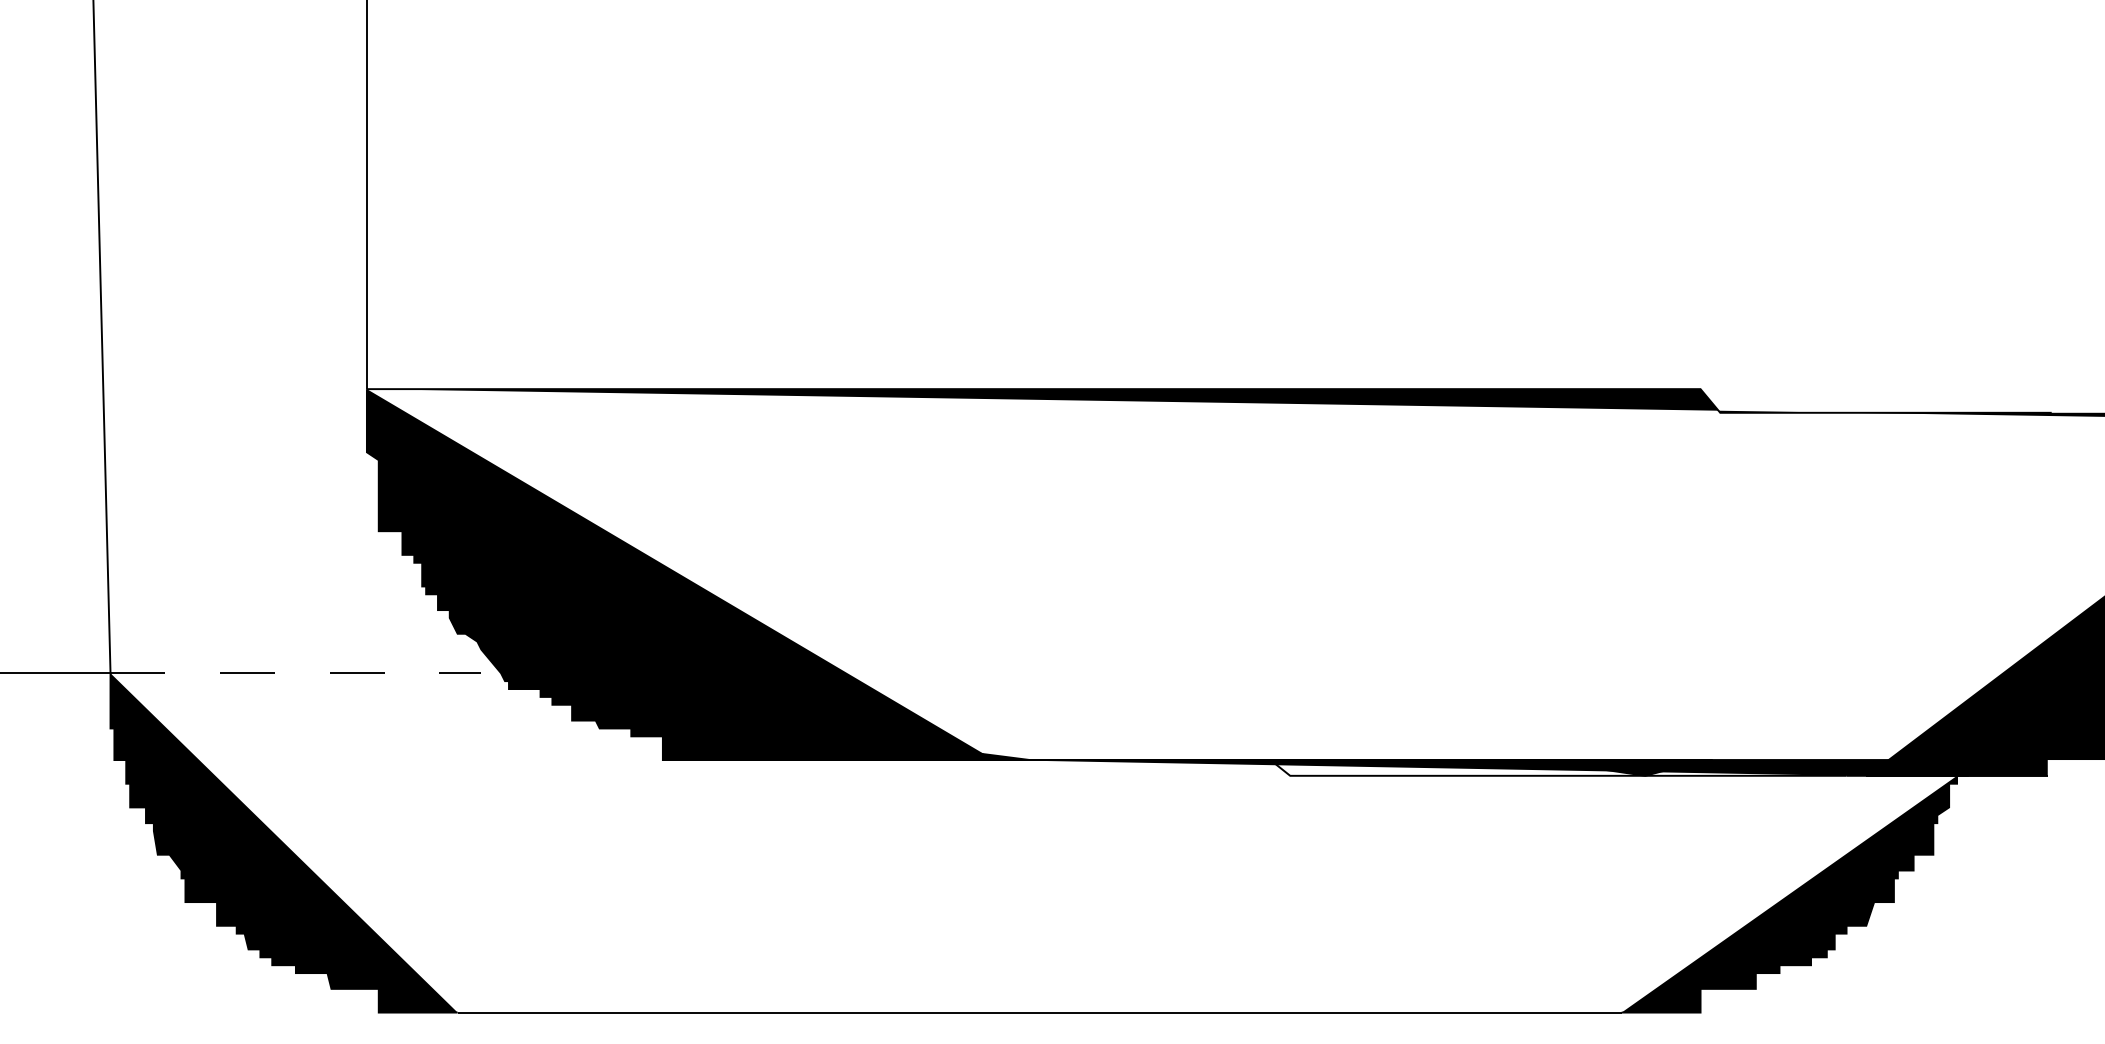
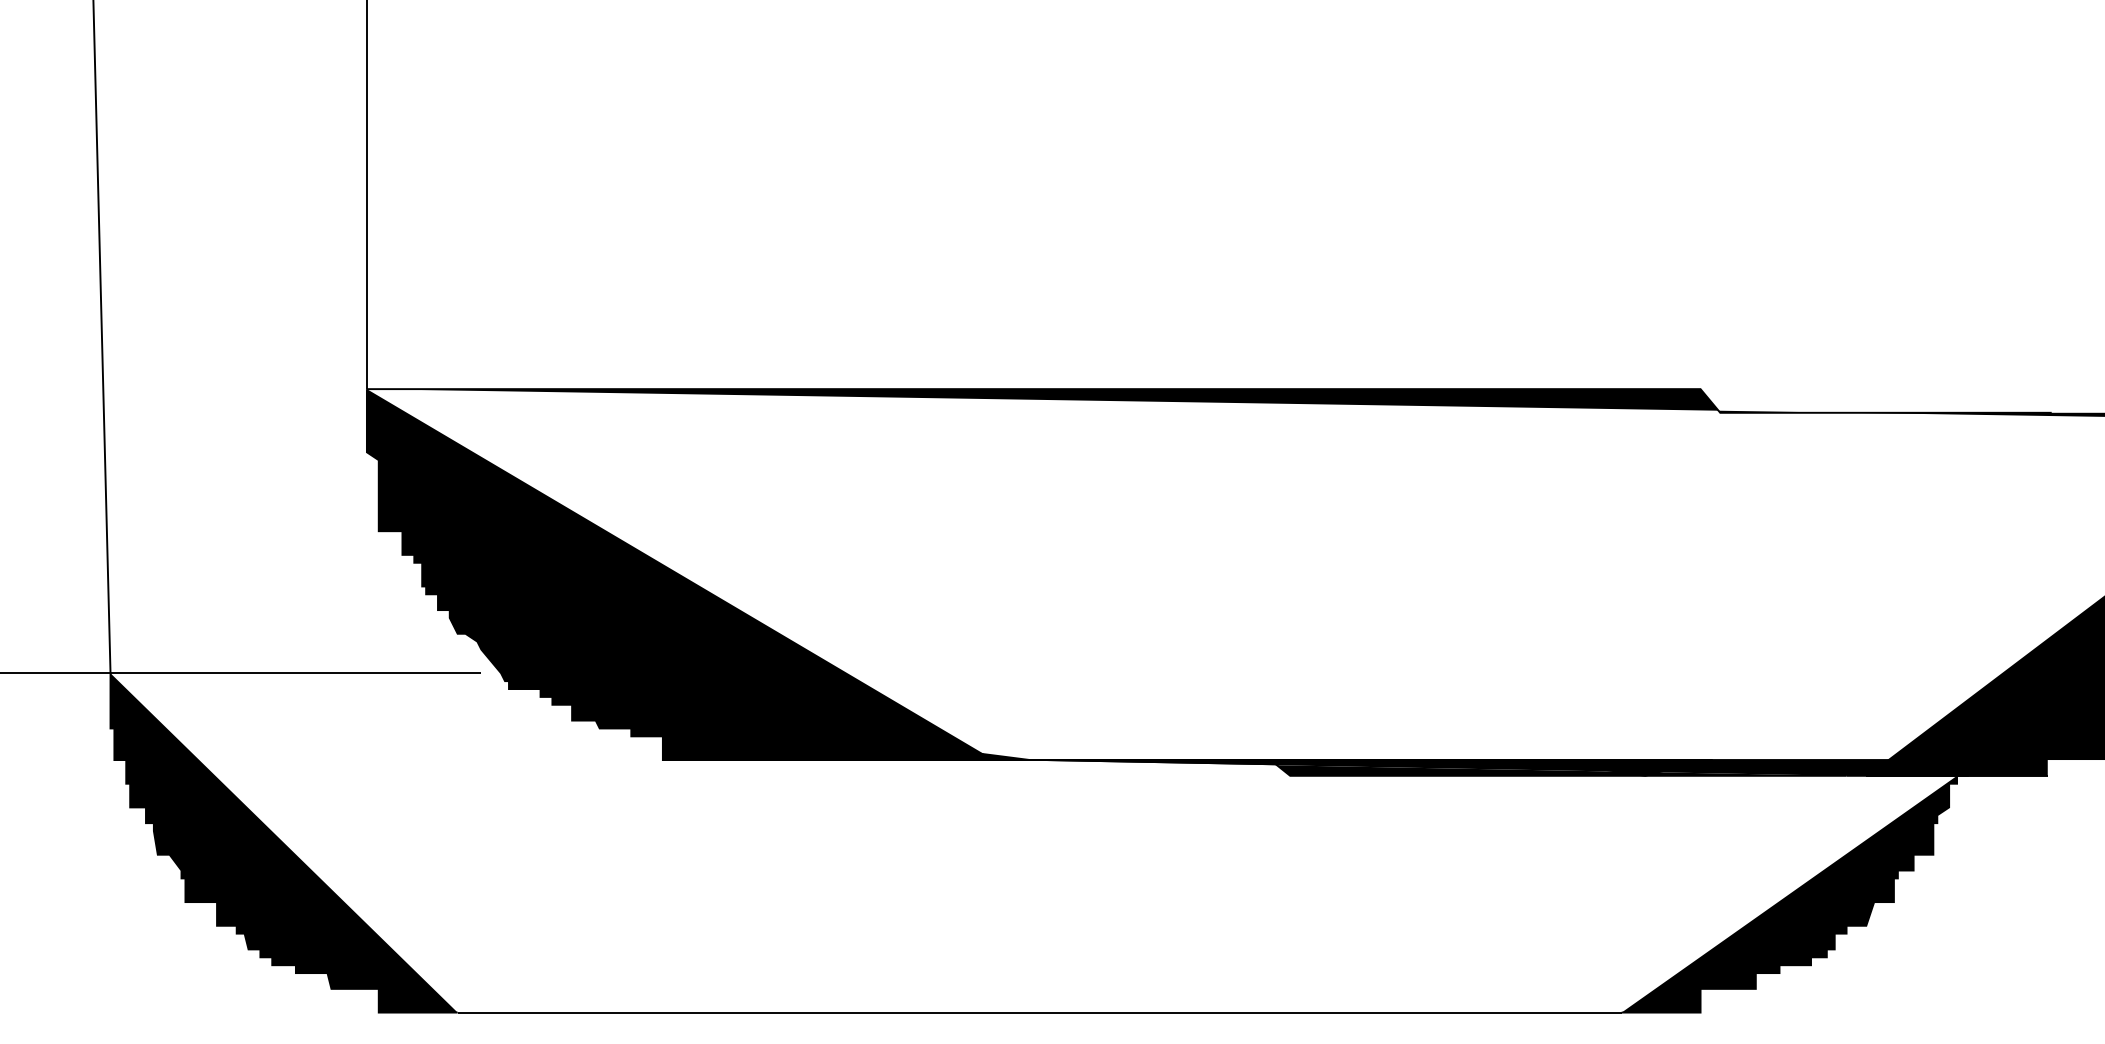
line at (296, 673): dashed -> solid
fill at (1420, 767): none -> present
